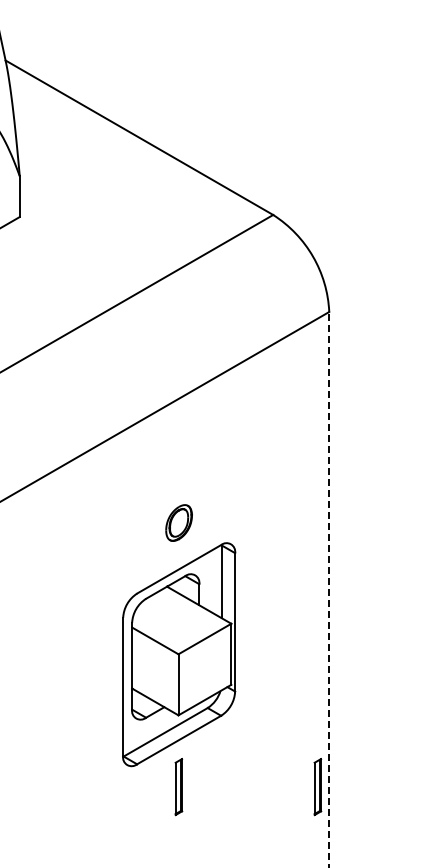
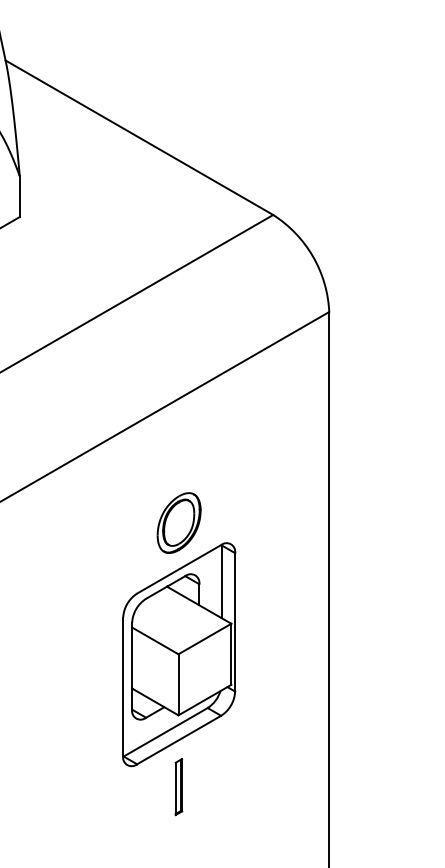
part at (178, 522) size: 28x38 px -> 46x62 px
line at (329, 589): dashed -> solid
part at (317, 787): present -> none
